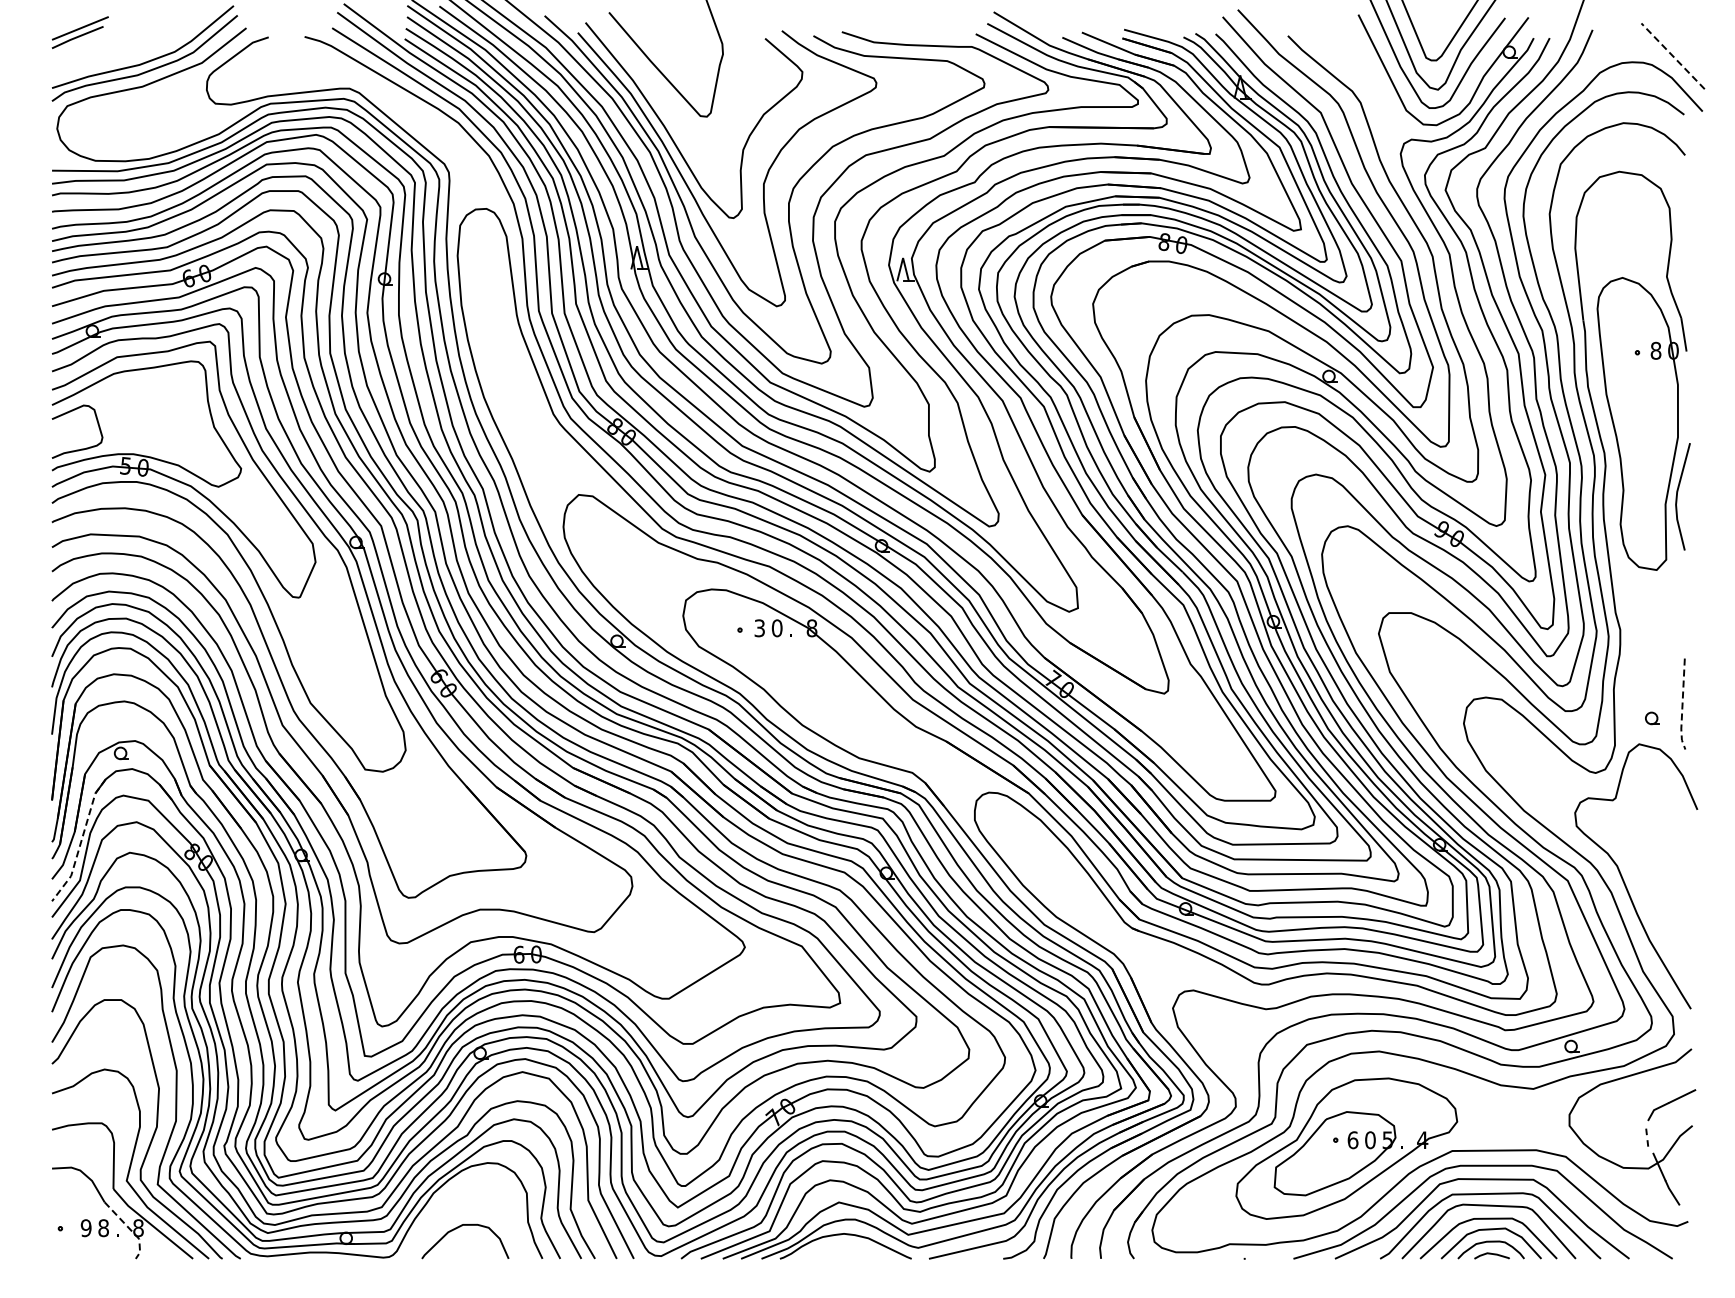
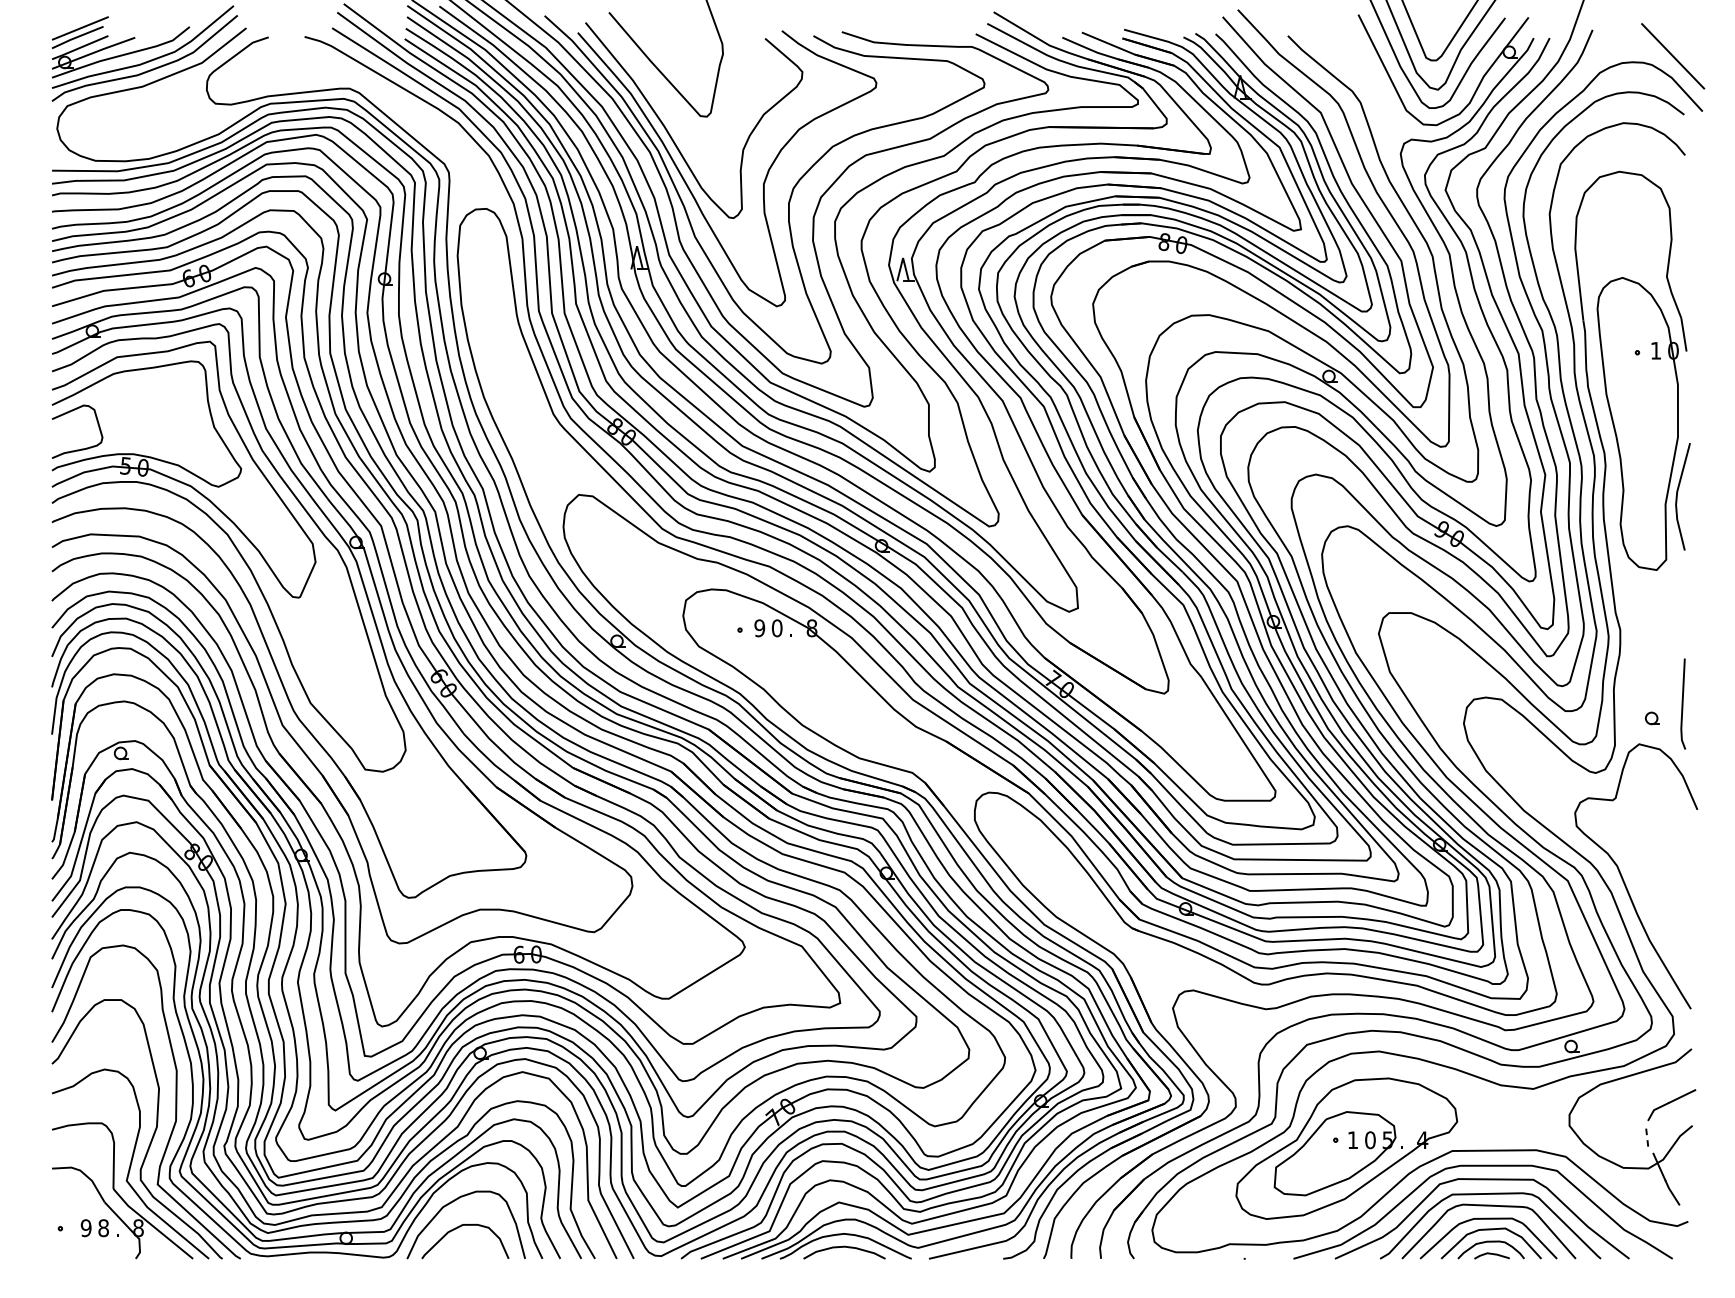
part at (120, 52): none -> present
line at (1673, 56): dashed -> solid
text at (1655, 350): 8 -> 1
text at (759, 628): 3 -> 9
line at (1682, 706): dashed -> solid
line at (81, 841): dashed -> solid
text at (1352, 1140): 6 -> 1
curve at (453, 1202): none -> present
line at (130, 1229): dashed -> solid
curve at (844, 1247): none -> present
